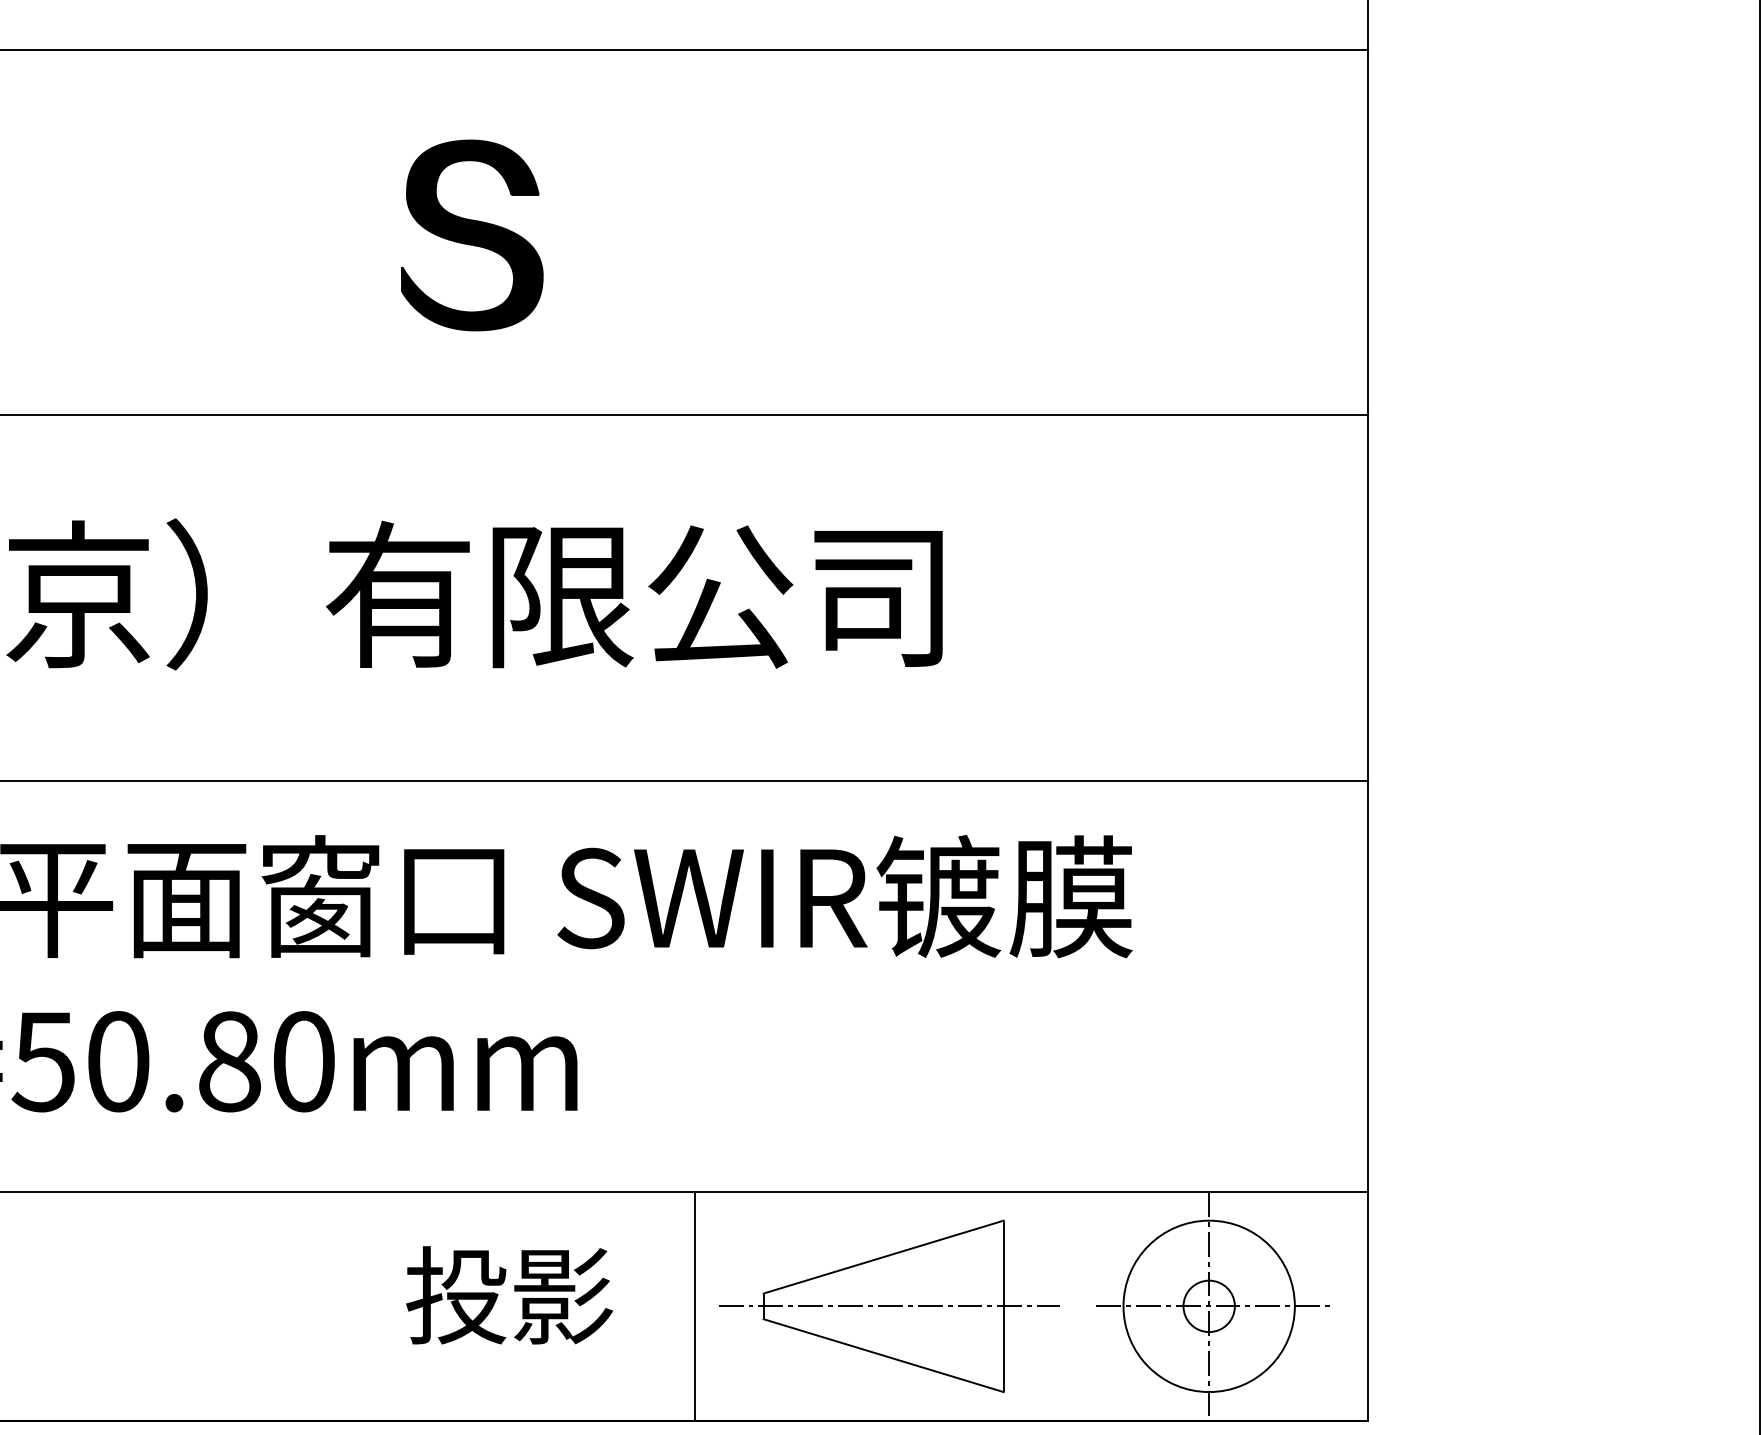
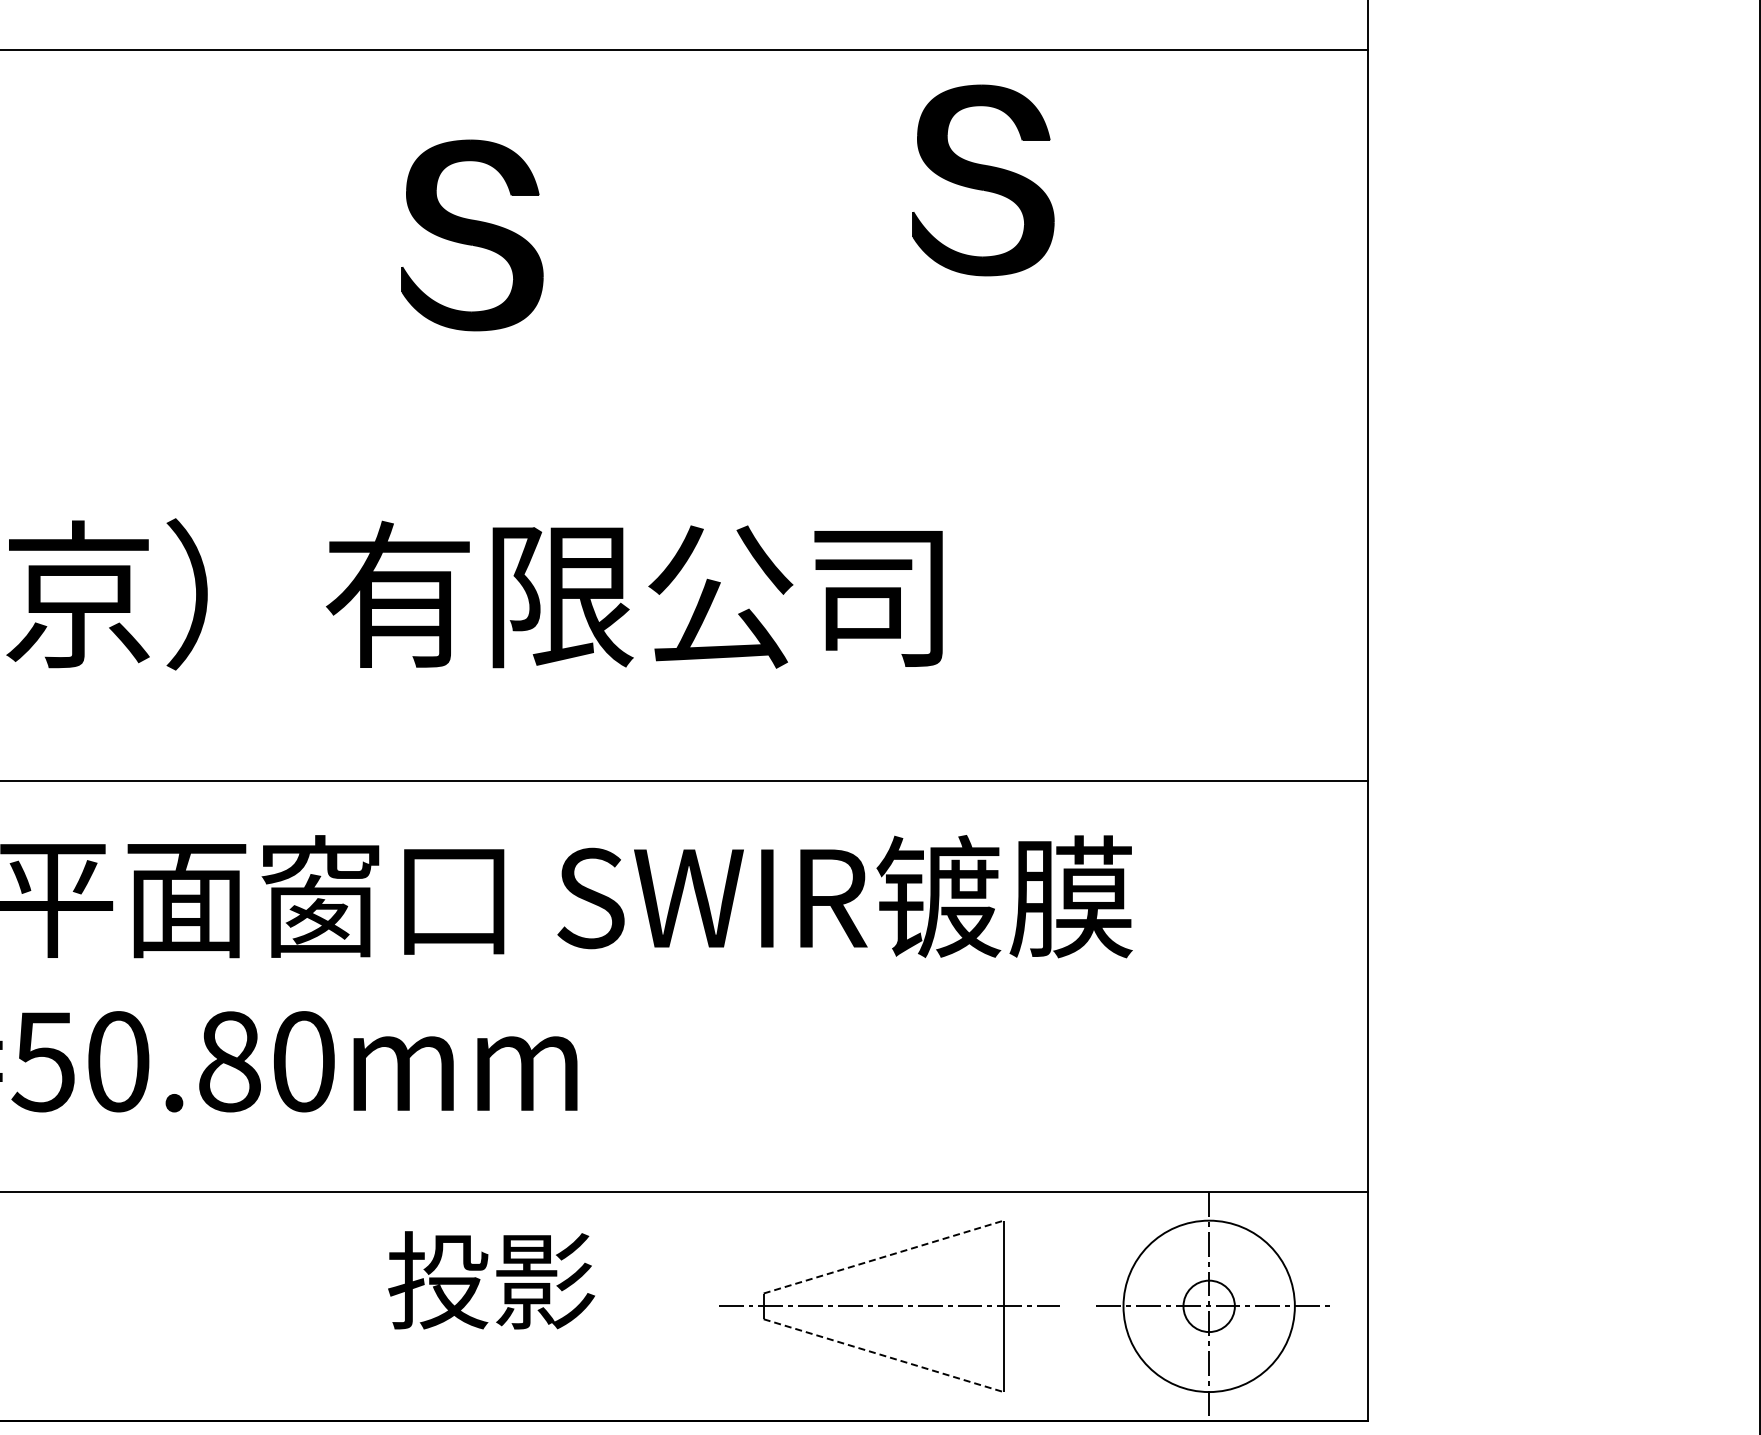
part at (983, 180): none -> present
line at (684, 415): present -> none
line at (884, 1256): solid -> dashed
text at (509, 1295) position: (509, 1295) -> (491, 1280)
line at (694, 1305): present -> none
line at (884, 1355): solid -> dashed
